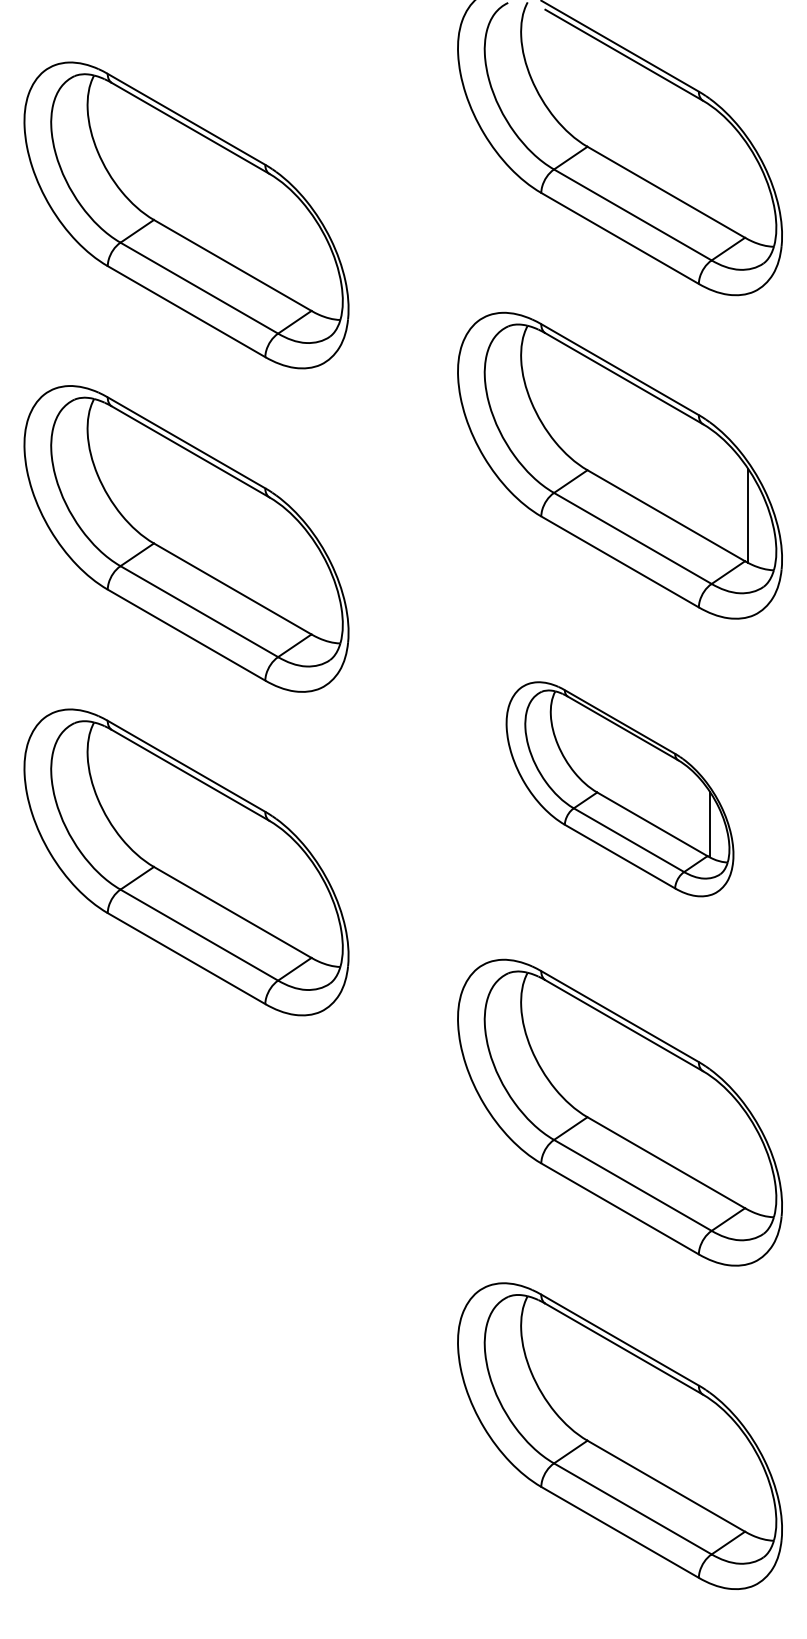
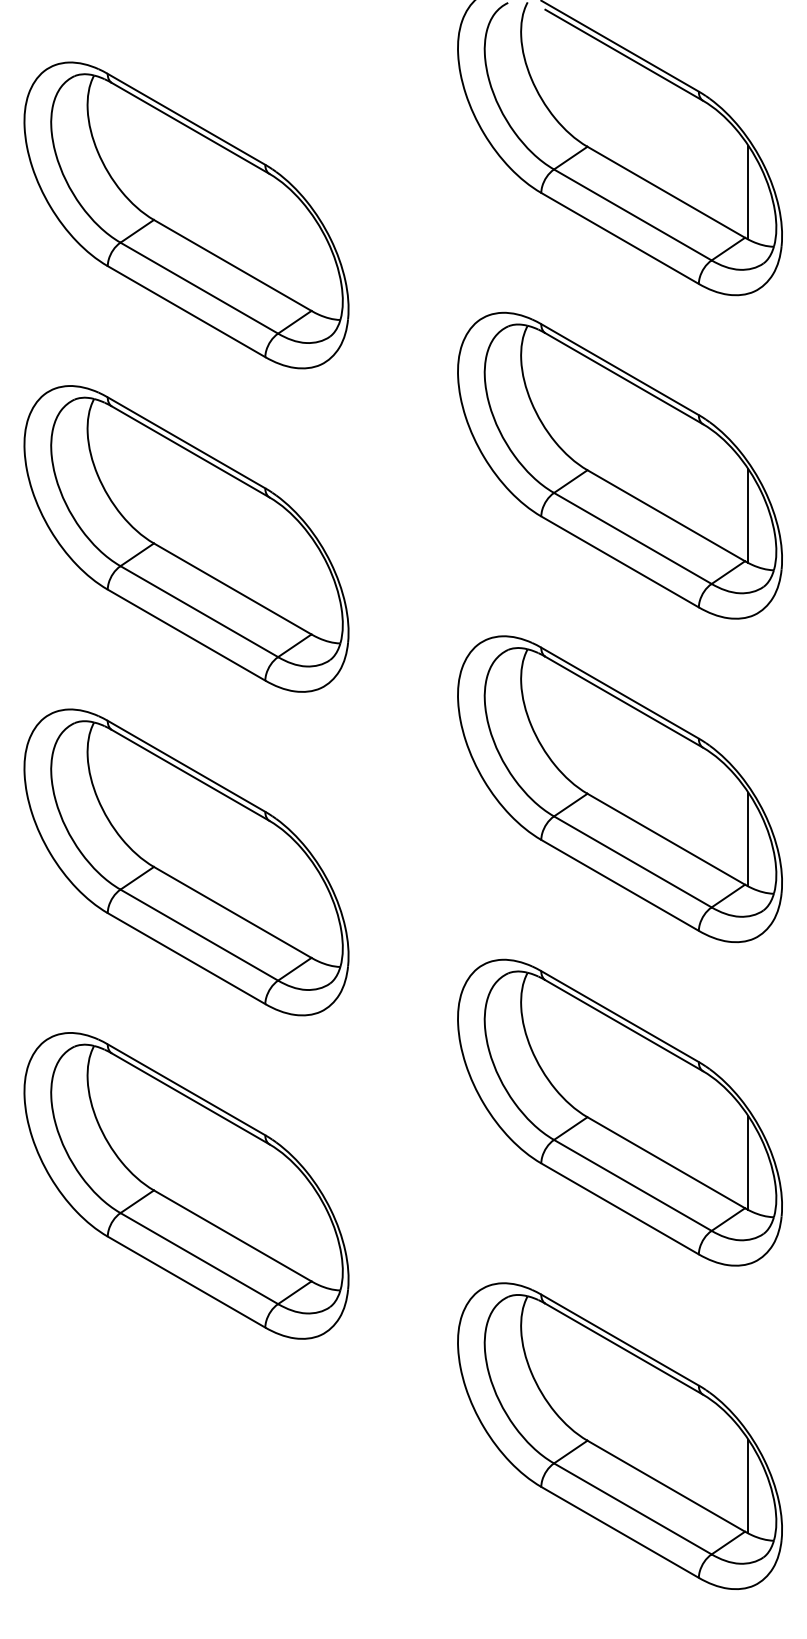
line at (748, 192): none -> present
part at (619, 789) size: 230x217 px -> 326x309 px
line at (748, 1162): none -> present
part at (186, 1185): none -> present
line at (748, 1486): none -> present
